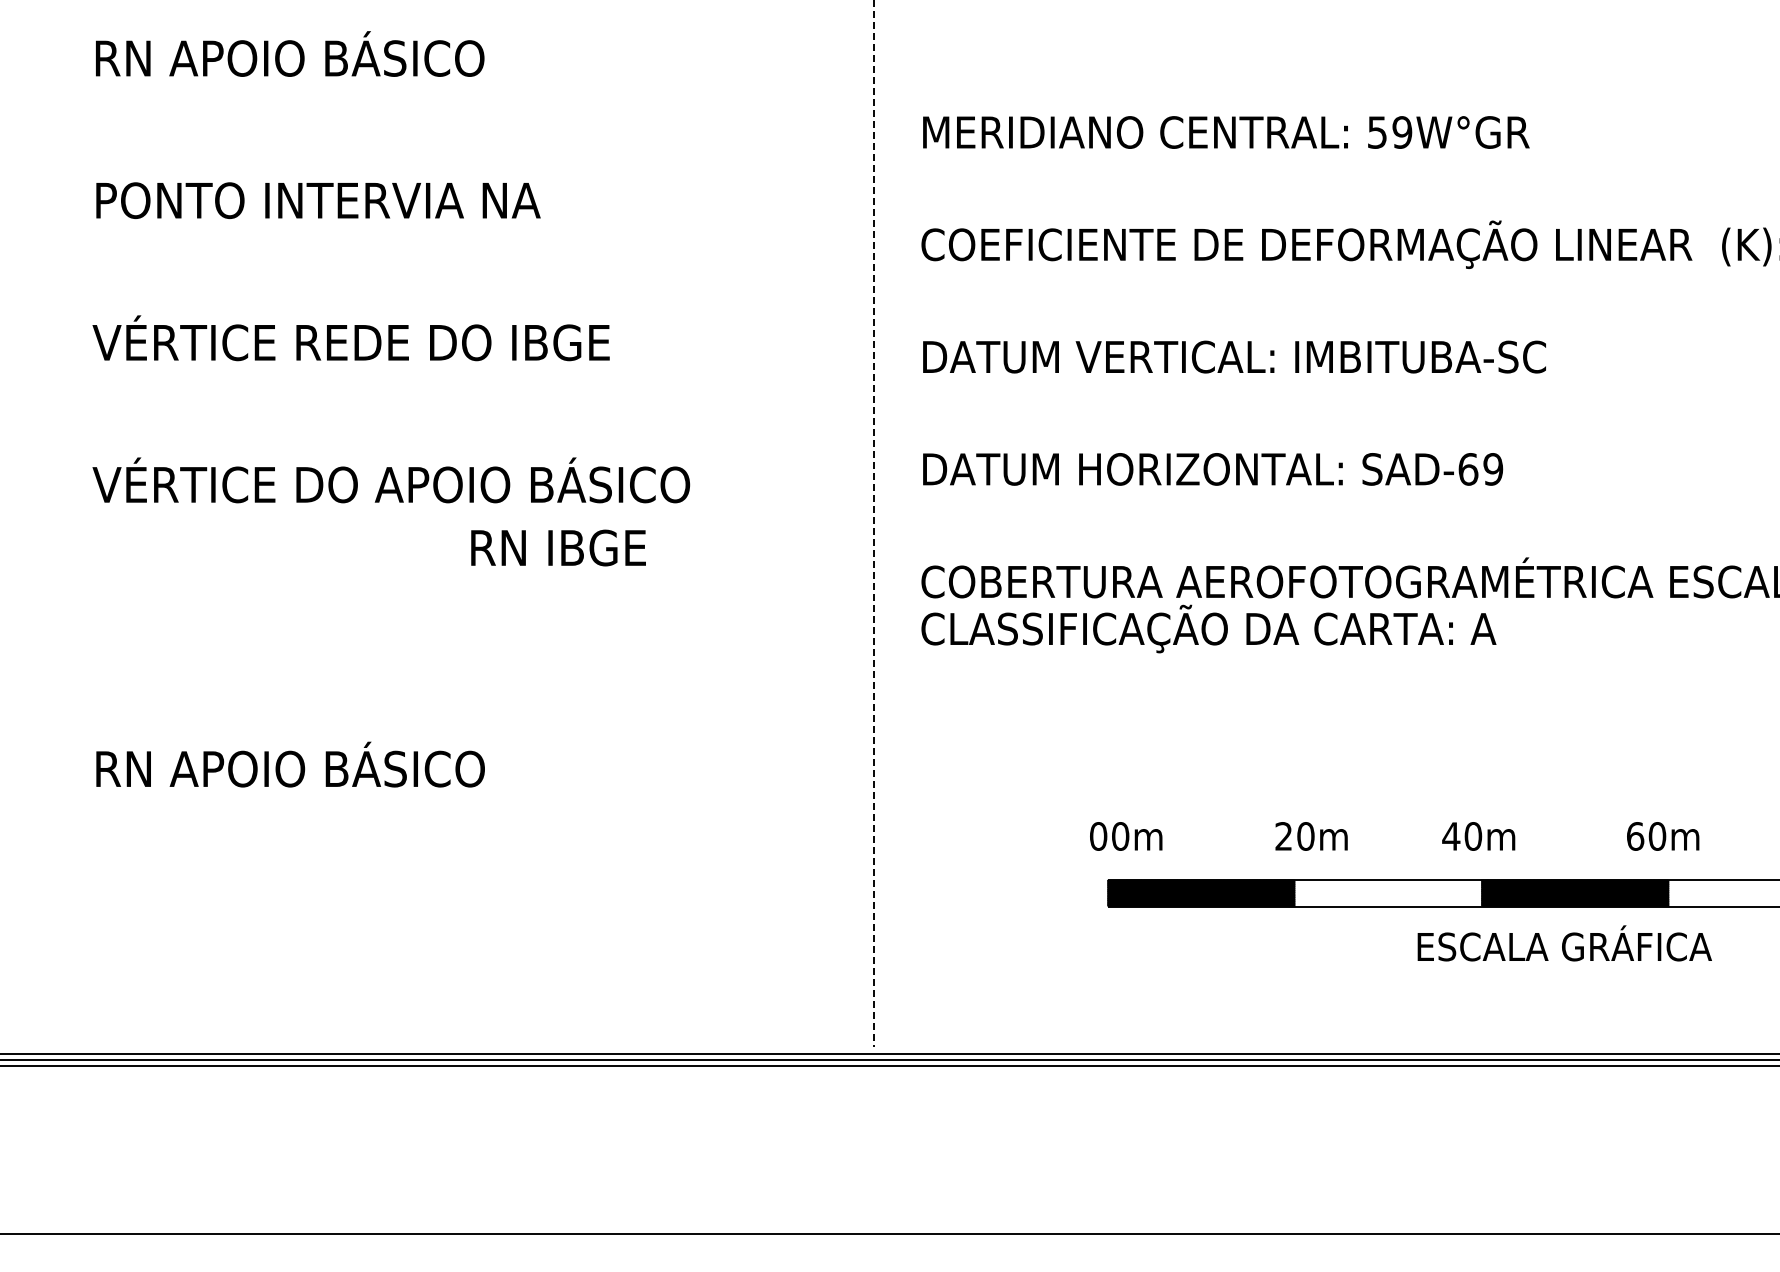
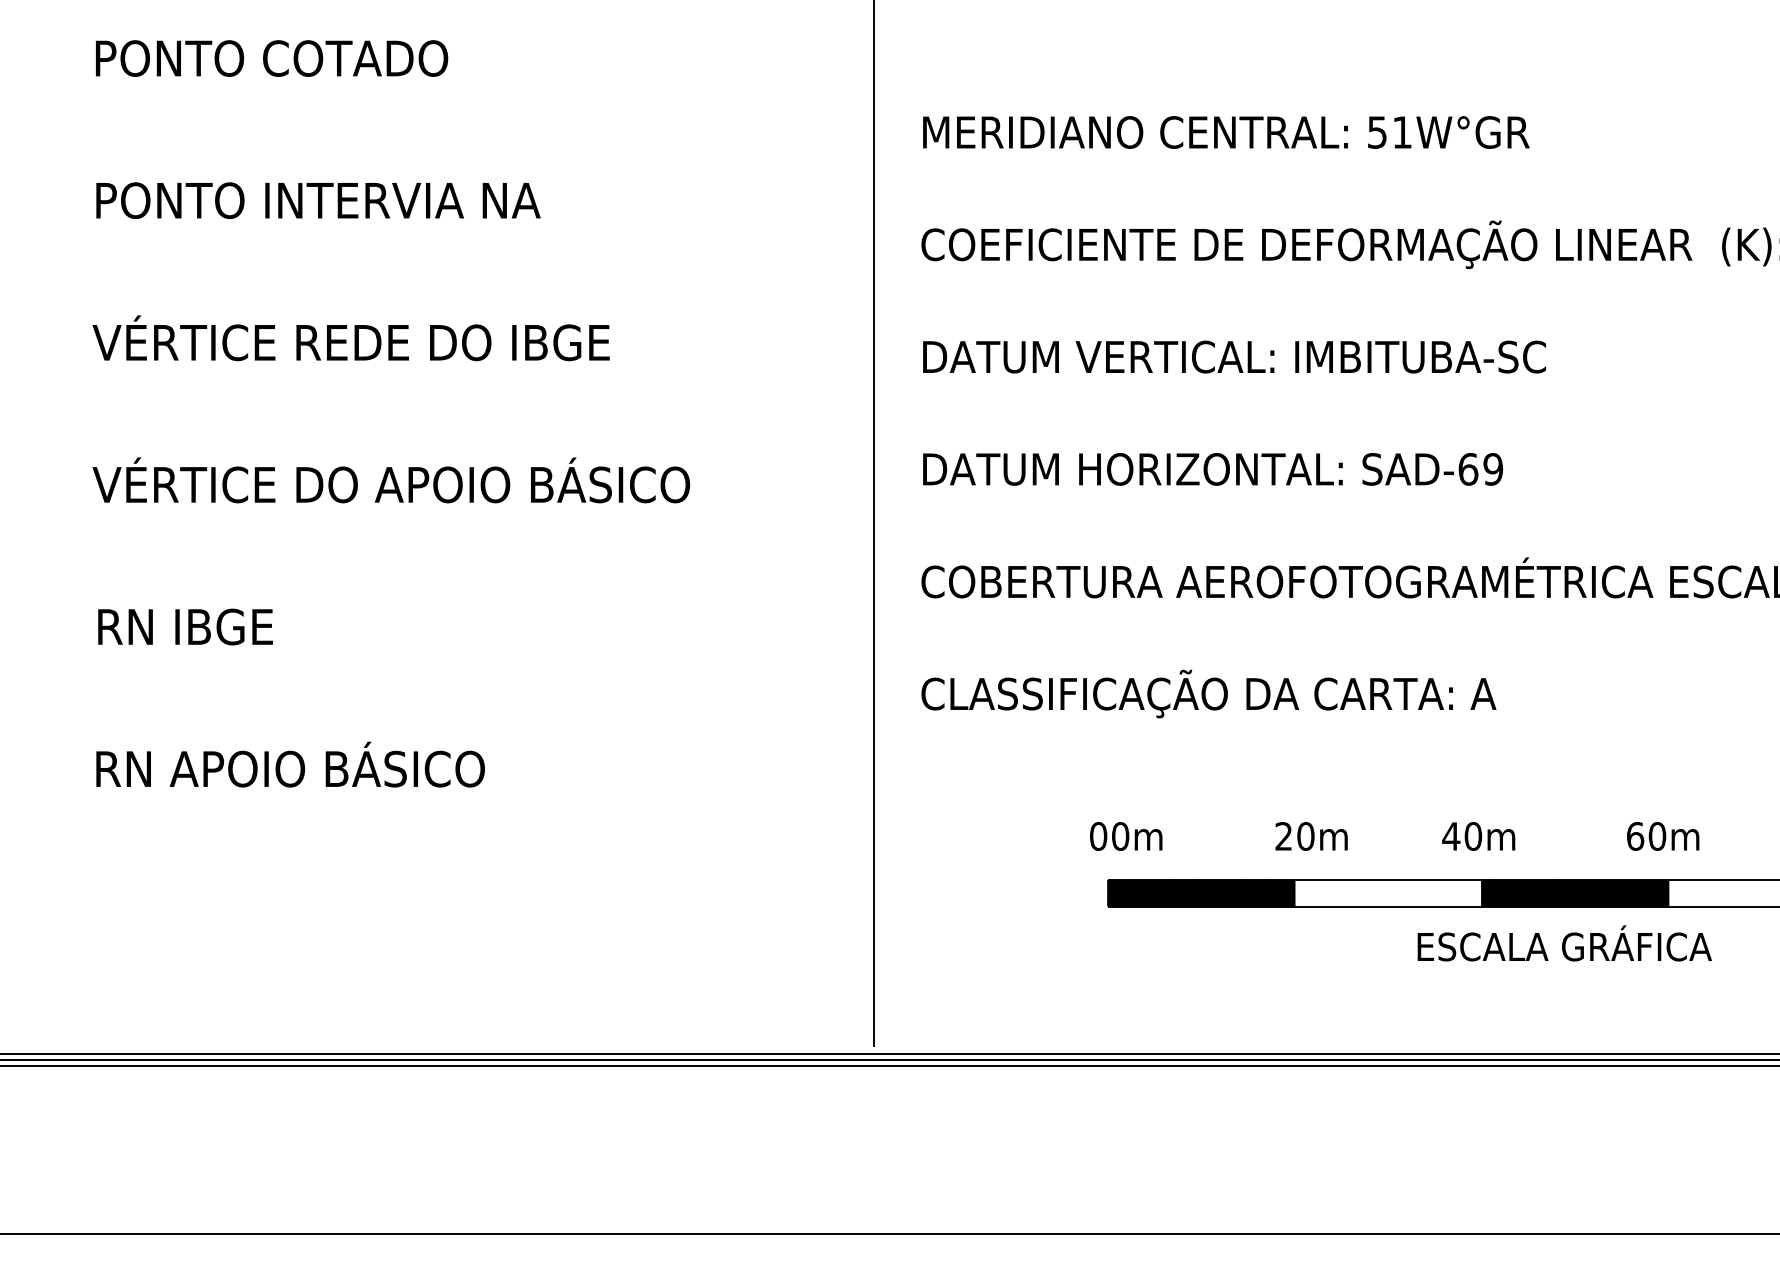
text at (292, 53): RN APOIO BÁSICO -> PONTO COTADO
text at (1402, 132): 59W°GR -> 51W°GR
line at (874, 524): dashed -> solid
text at (558, 547) position: (558, 547) -> (185, 626)
text at (1208, 628) position: (1208, 628) -> (1208, 693)
